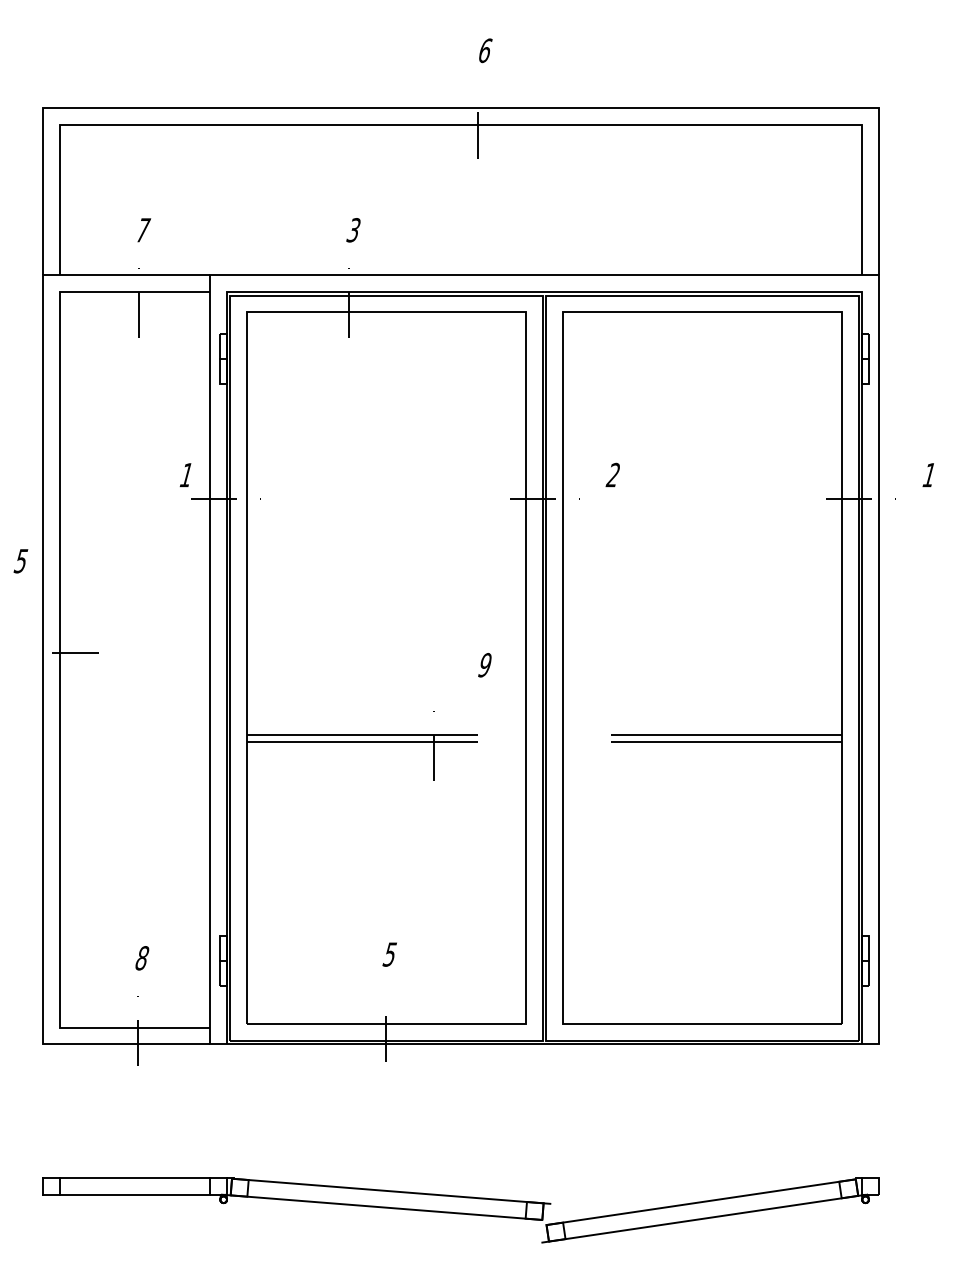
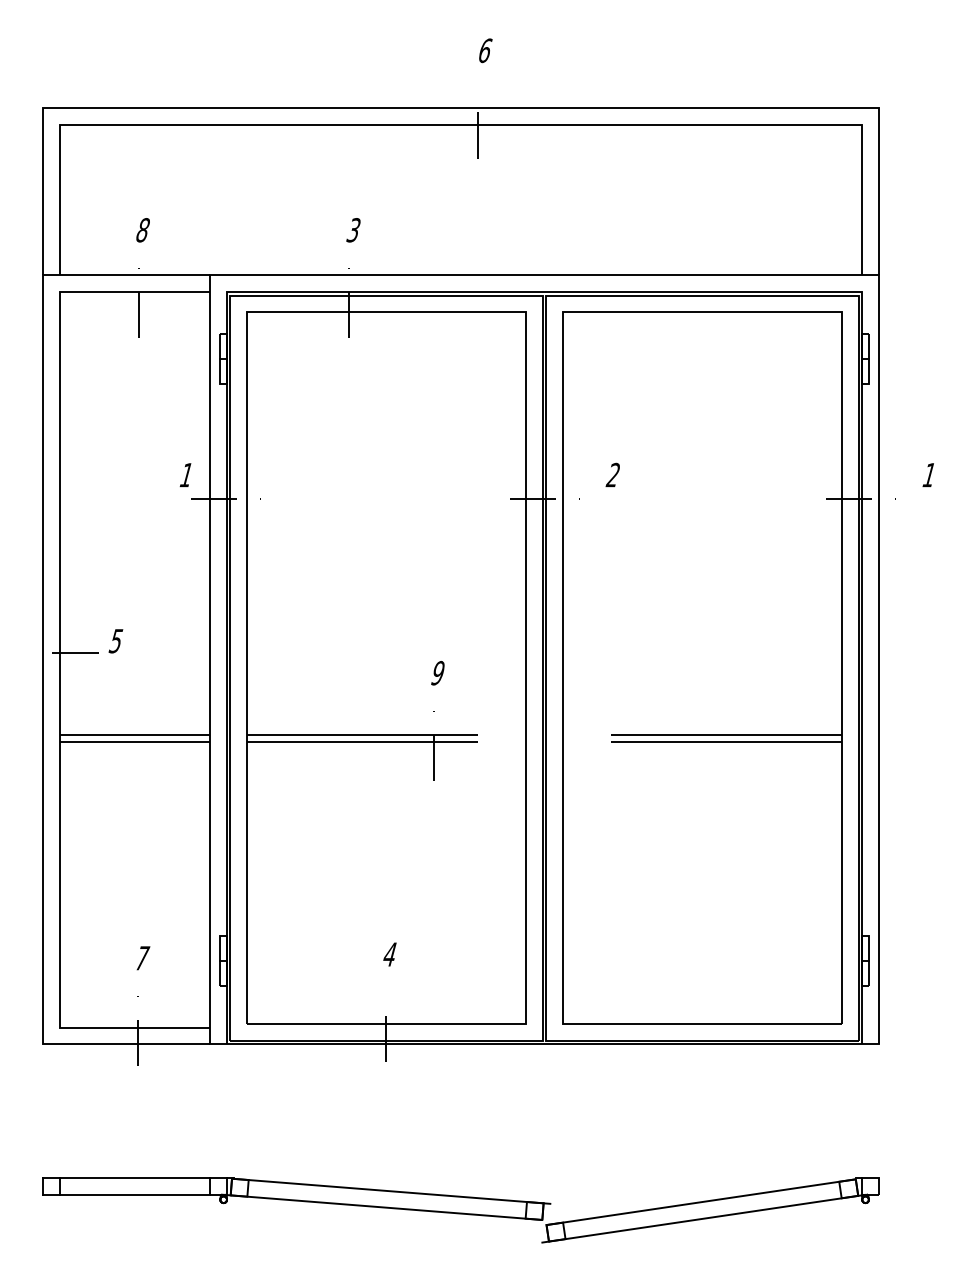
text at (143, 230): 7 -> 8
text at (20, 561) position: (20, 561) -> (115, 641)
text at (484, 665) position: (484, 665) -> (437, 673)
line at (134, 735): none -> present
line at (134, 742): none -> present
text at (389, 954): 5 -> 4
text at (142, 958): 8 -> 7
